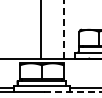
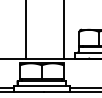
line at (64, 28): dashed -> solid
line at (41, 30) position: (41, 30) -> (26, 30)
line at (73, 92): dashed -> solid
